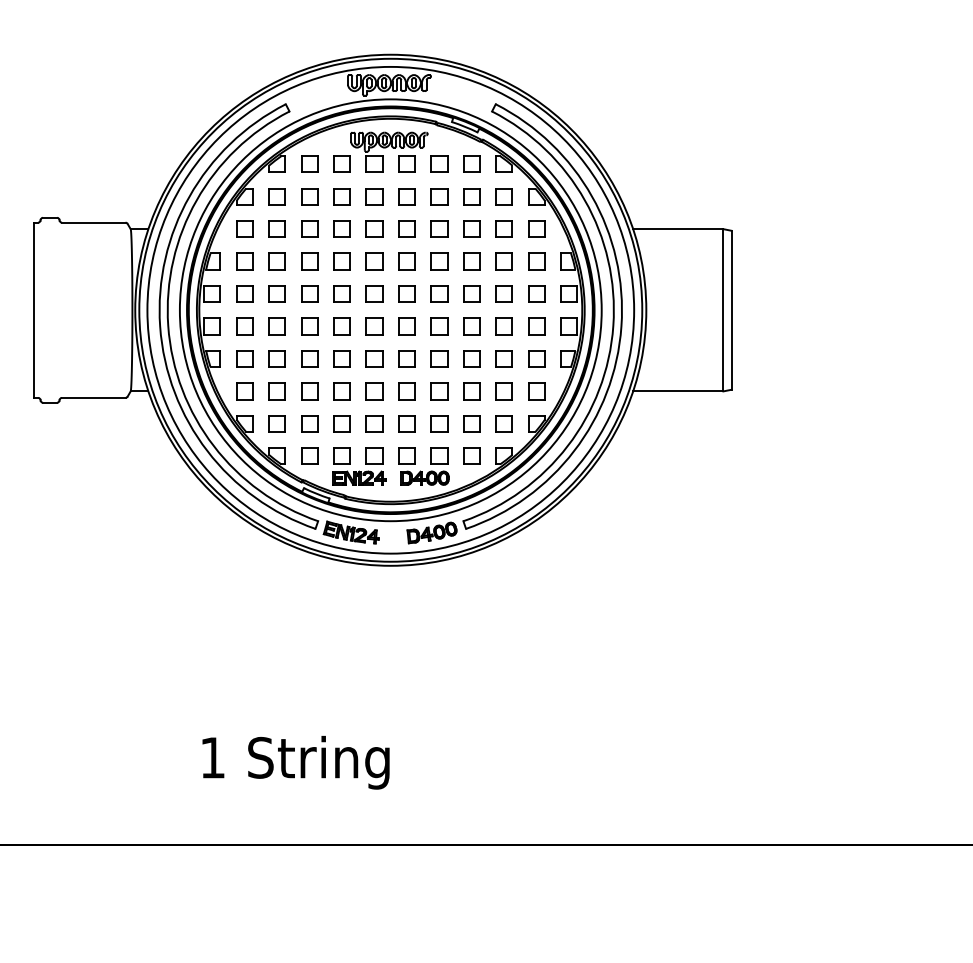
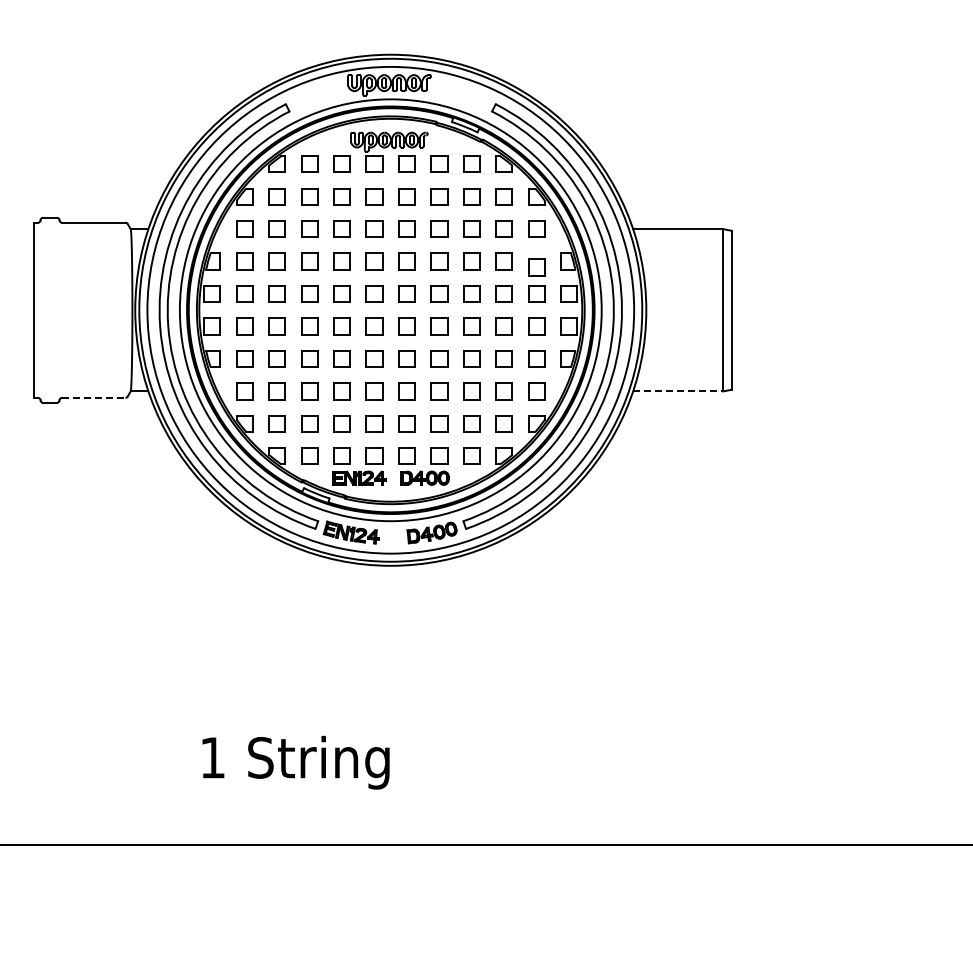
part at (536, 261) position: (536, 261) -> (536, 267)
line at (678, 391): solid -> dashed
line at (93, 397): solid -> dashed
